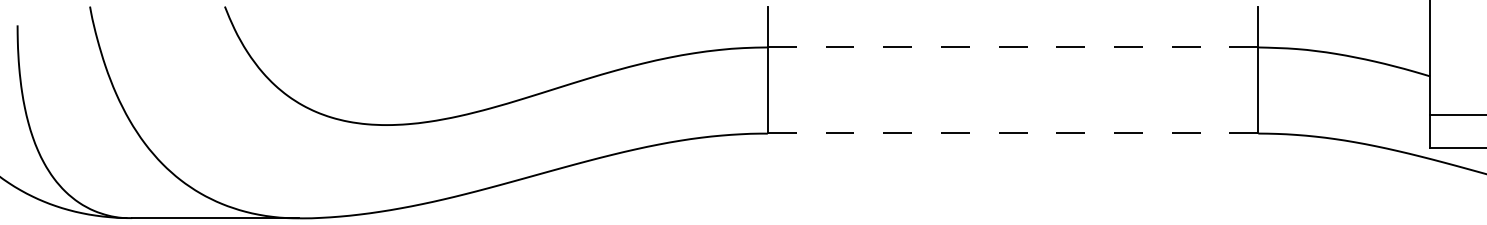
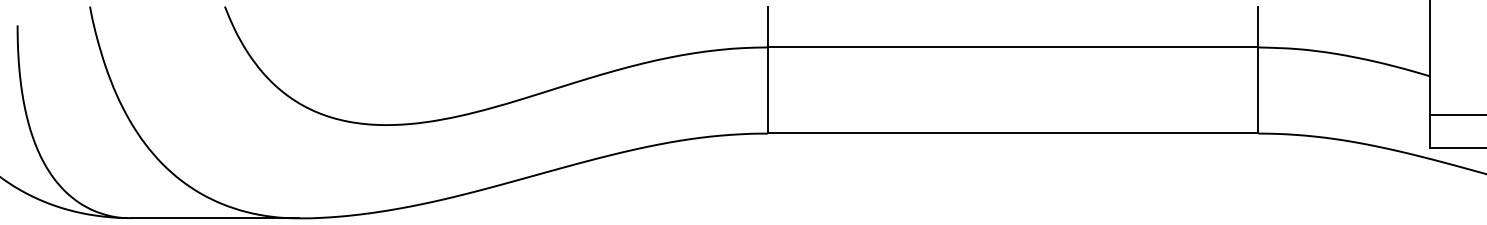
line at (1013, 47): dashed -> solid
line at (1013, 133): dashed -> solid
